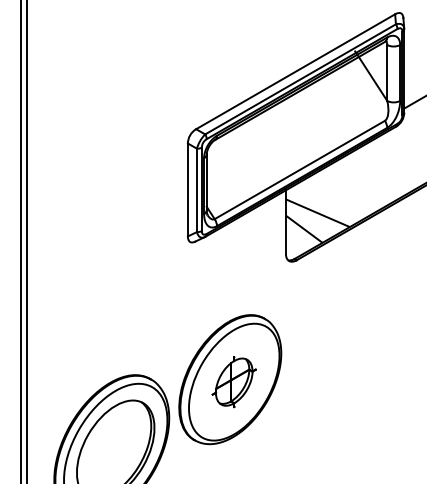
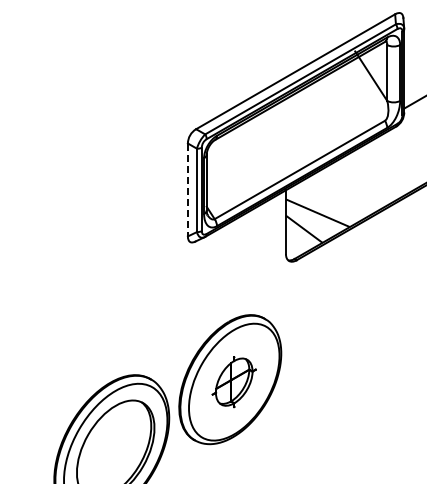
line at (187, 190): solid -> dashed
line at (20, 241): present -> none
line at (27, 241): present -> none
